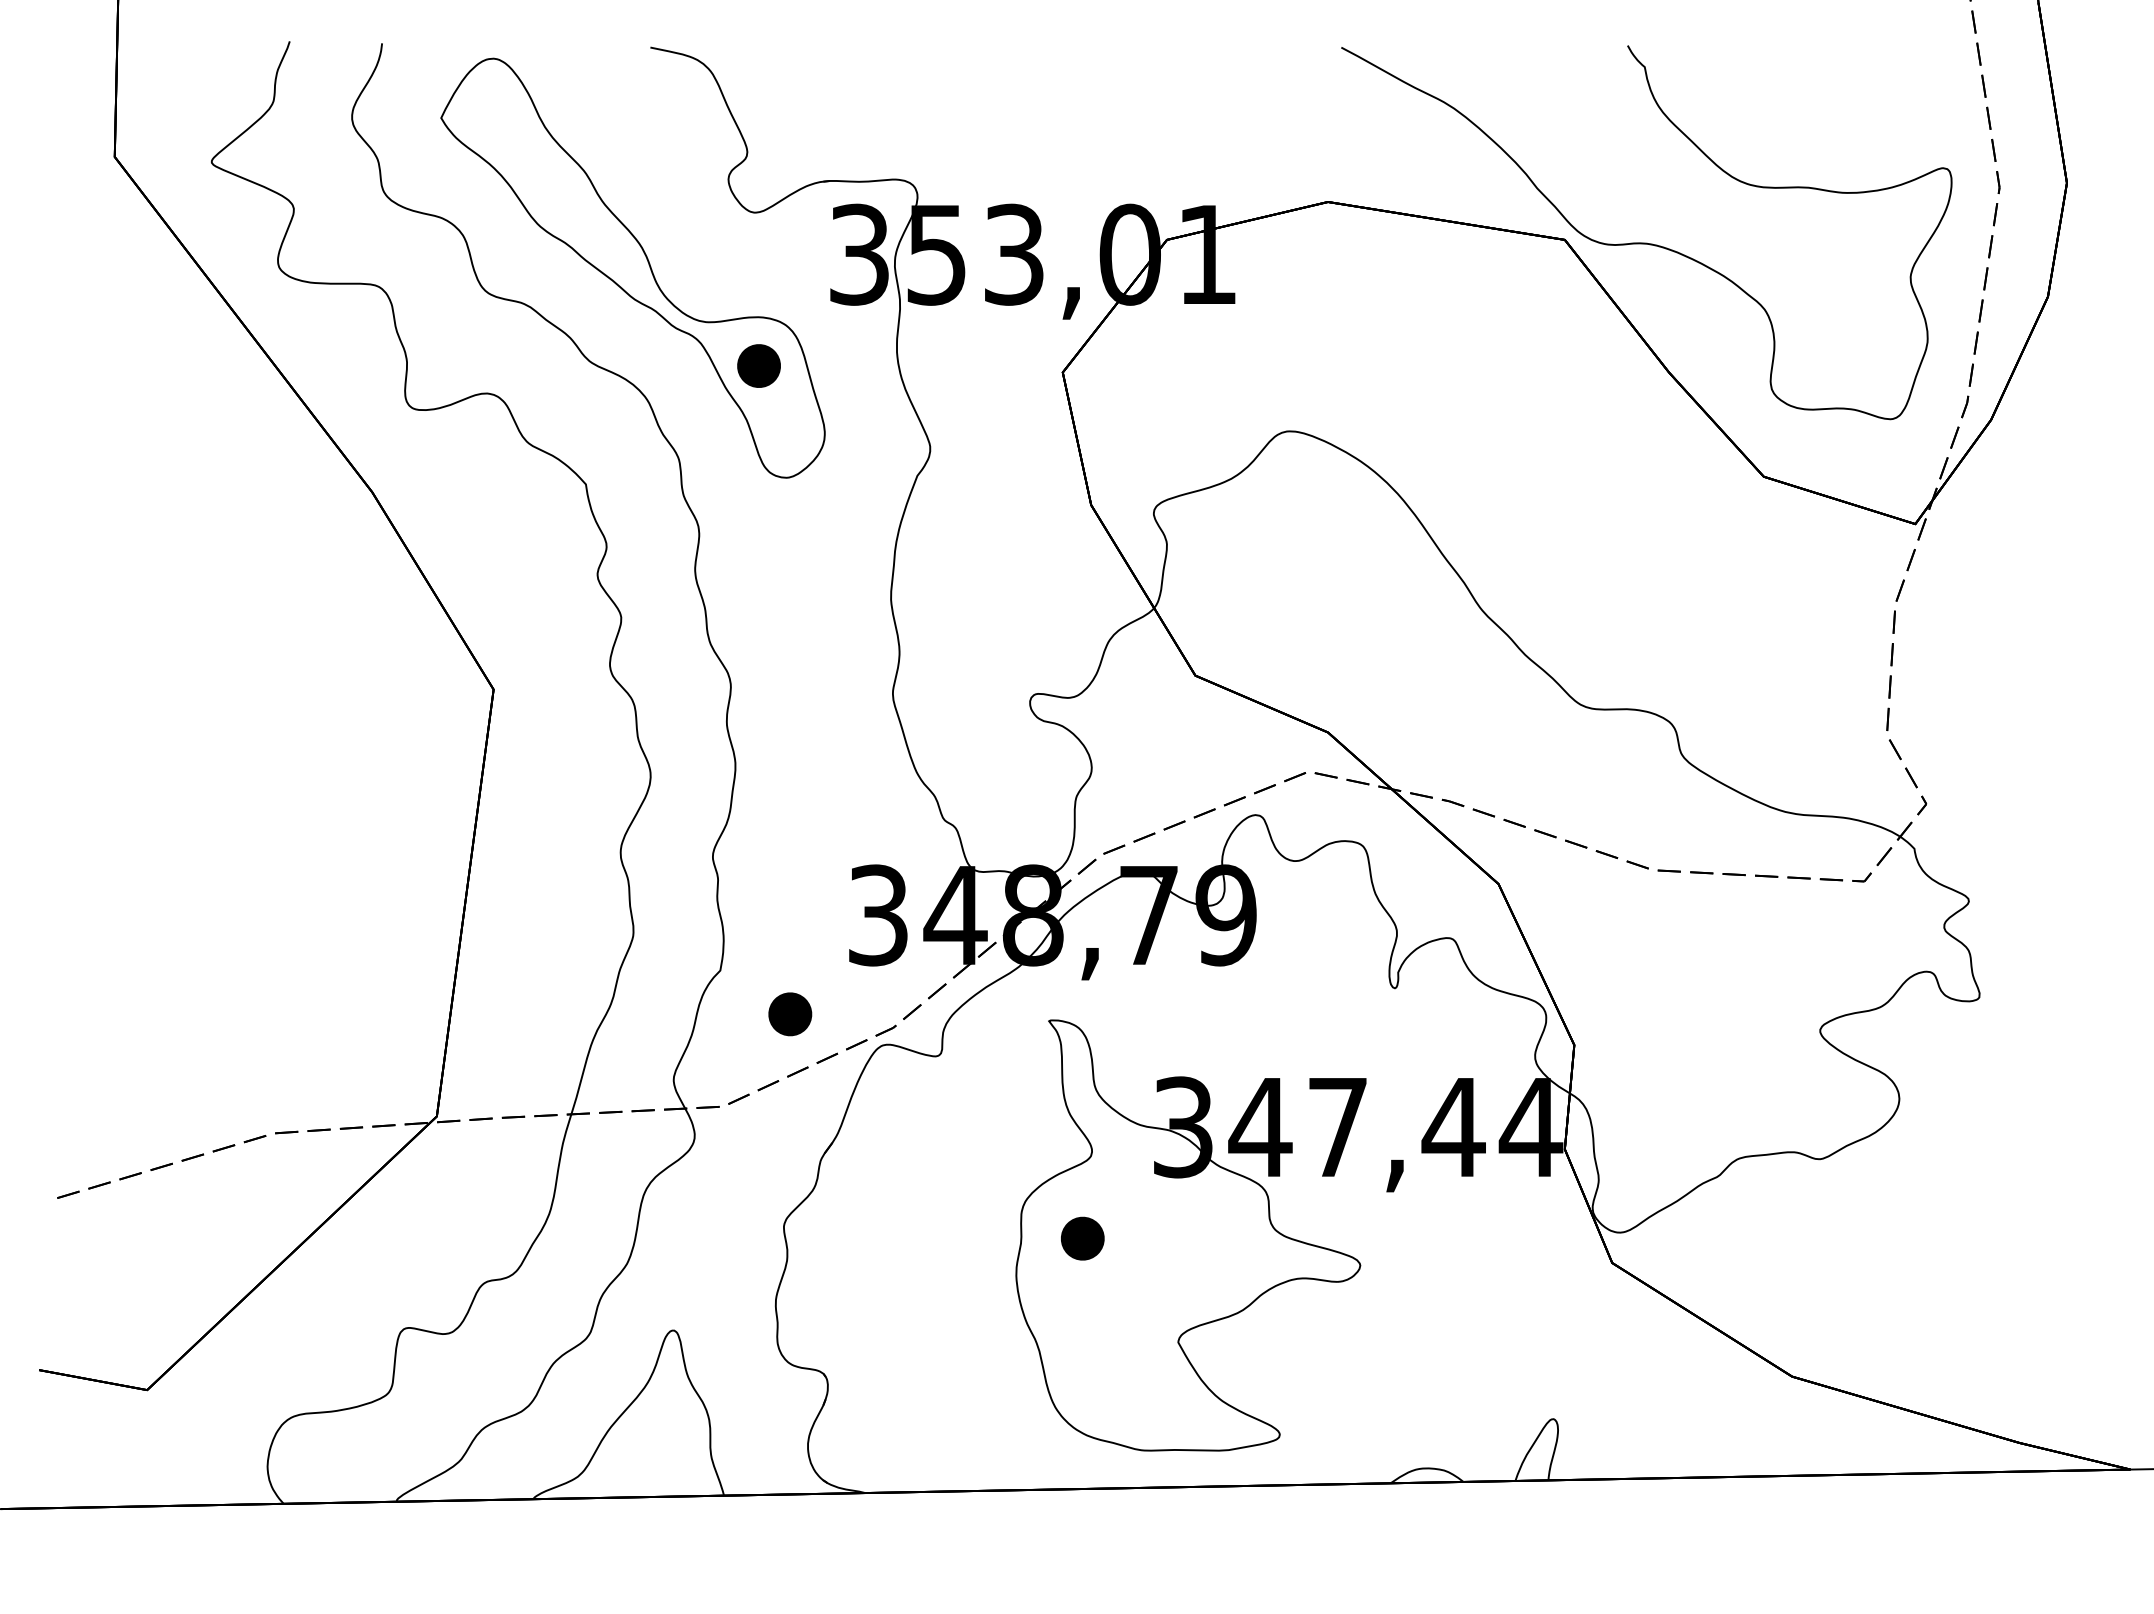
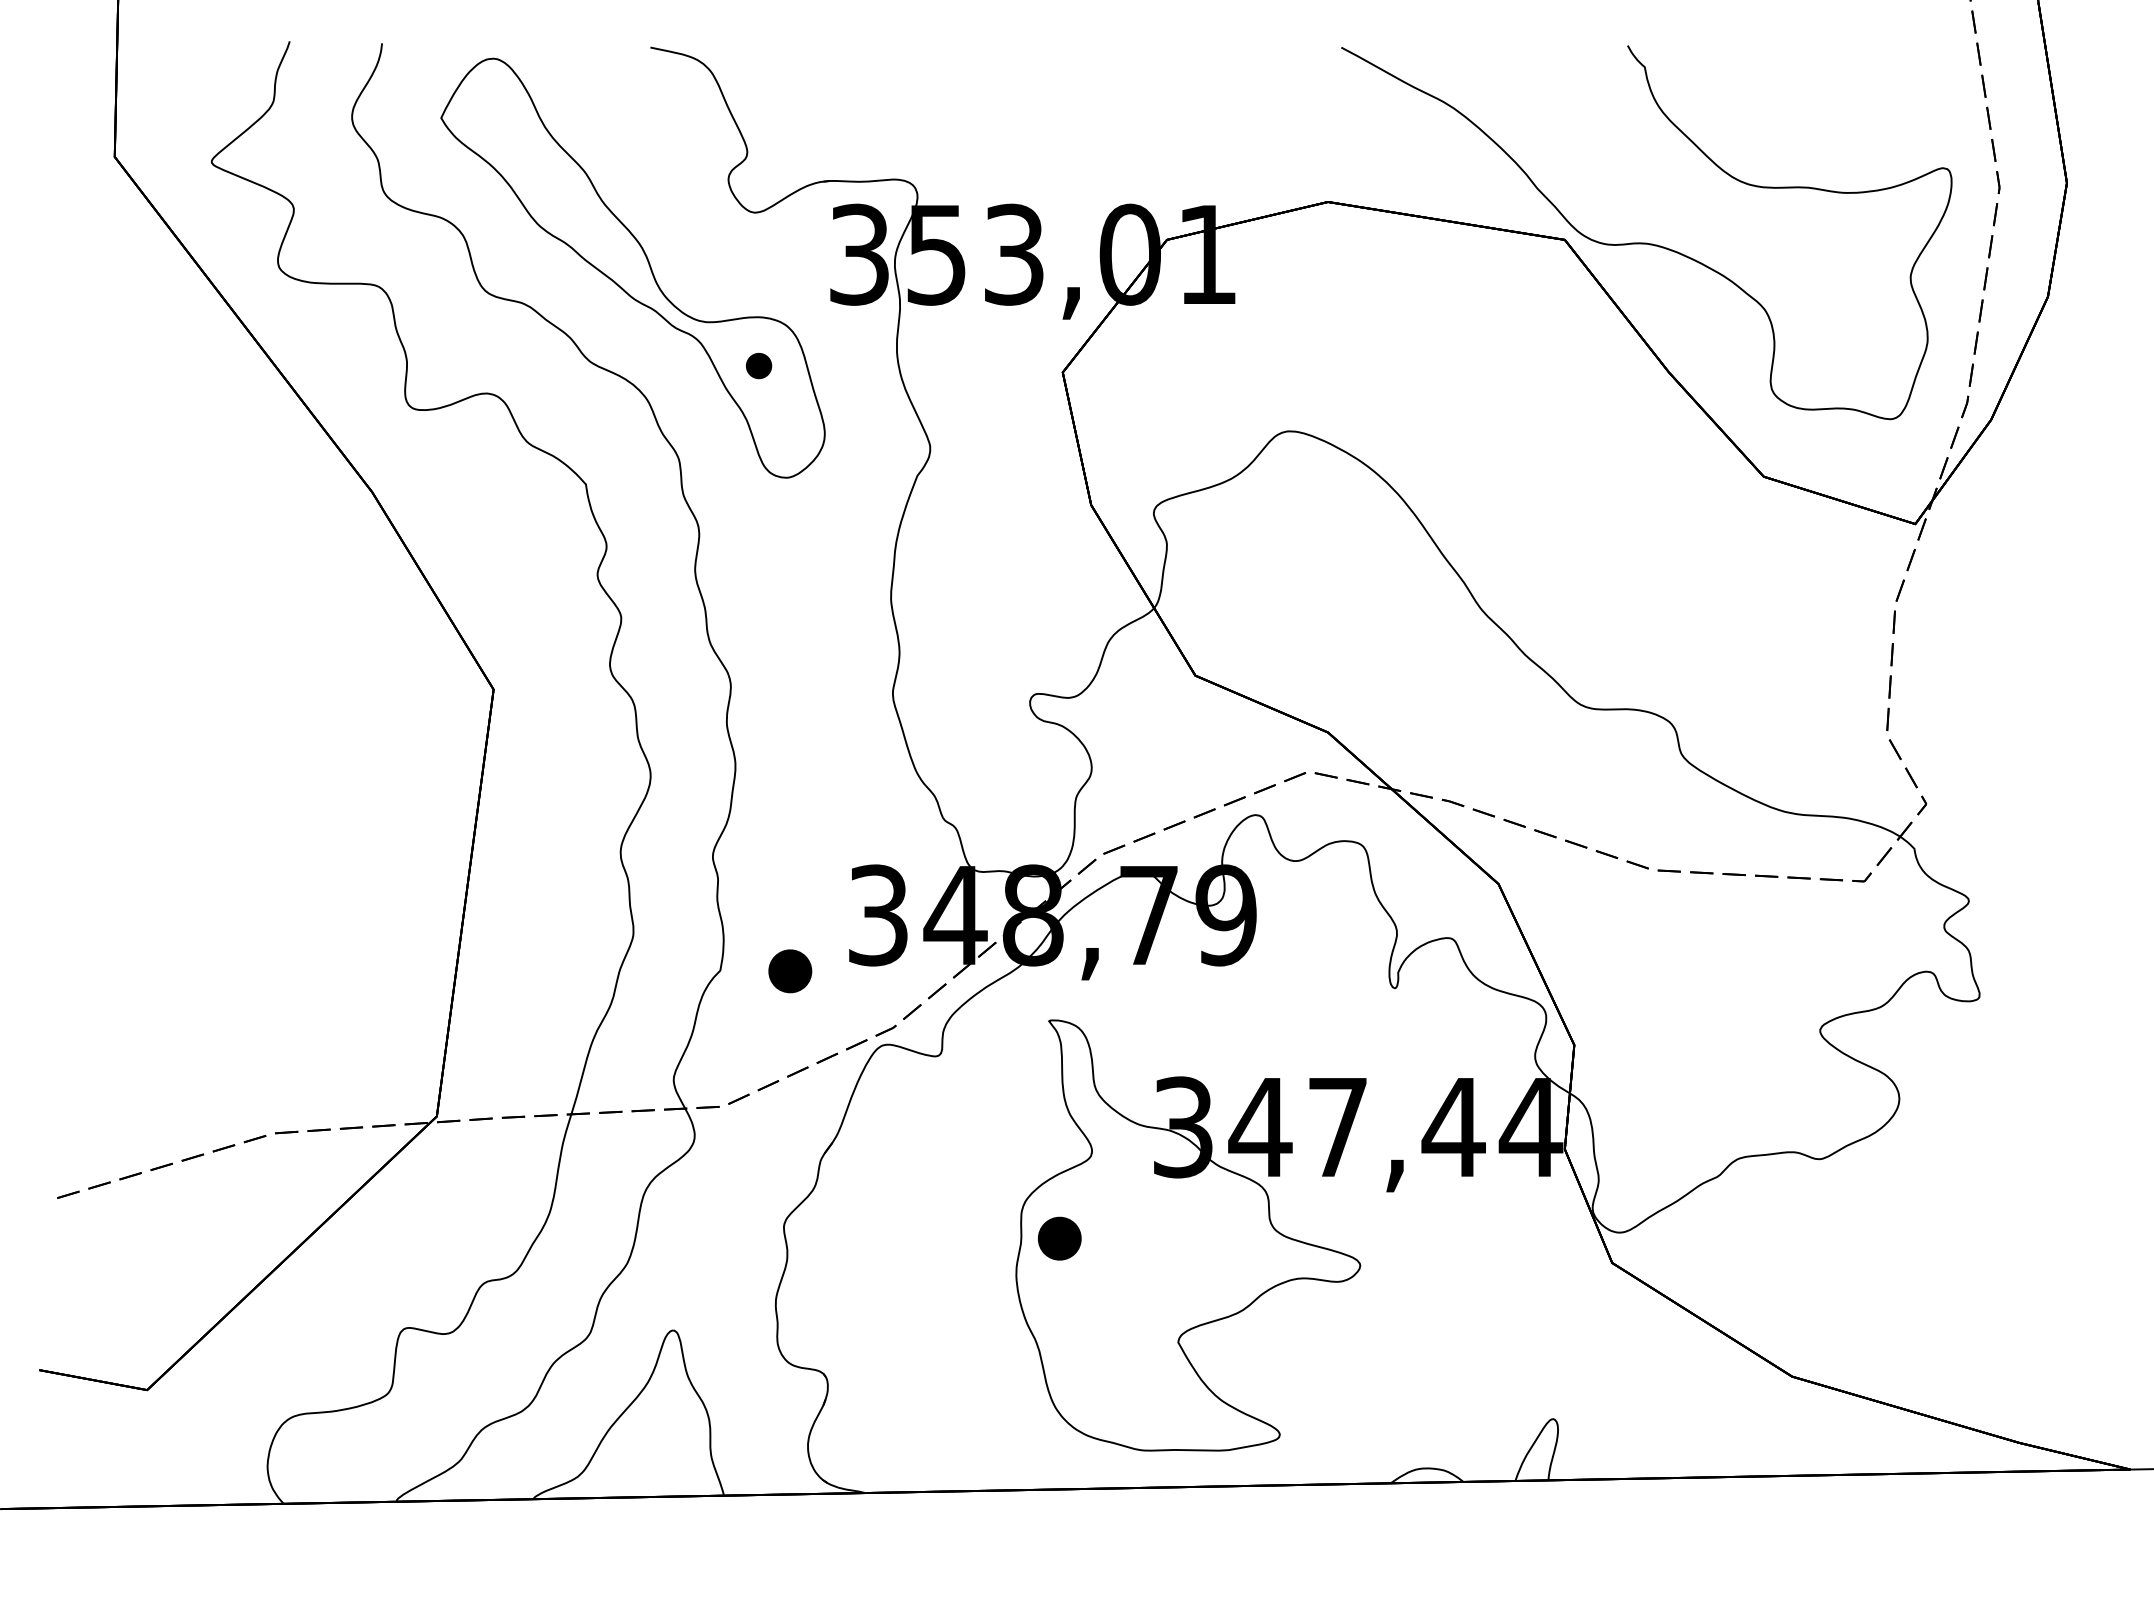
part at (758, 365) size: 44x44 px -> 27x27 px
part at (790, 1014) position: (790, 1014) -> (790, 971)
part at (1082, 1238) position: (1082, 1238) -> (1059, 1238)
